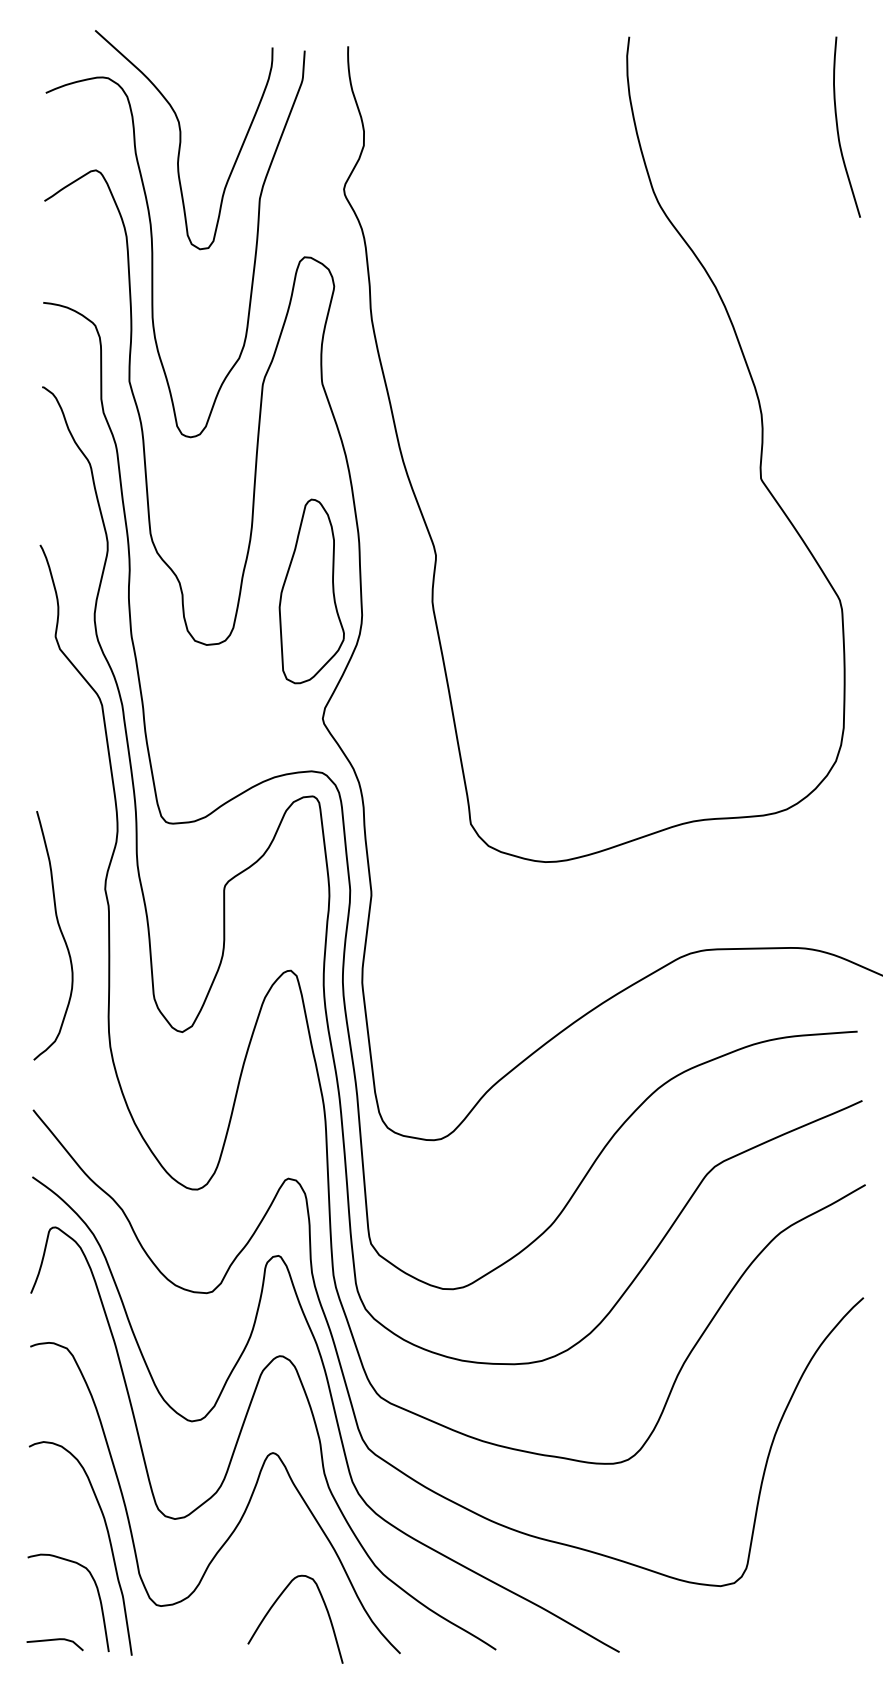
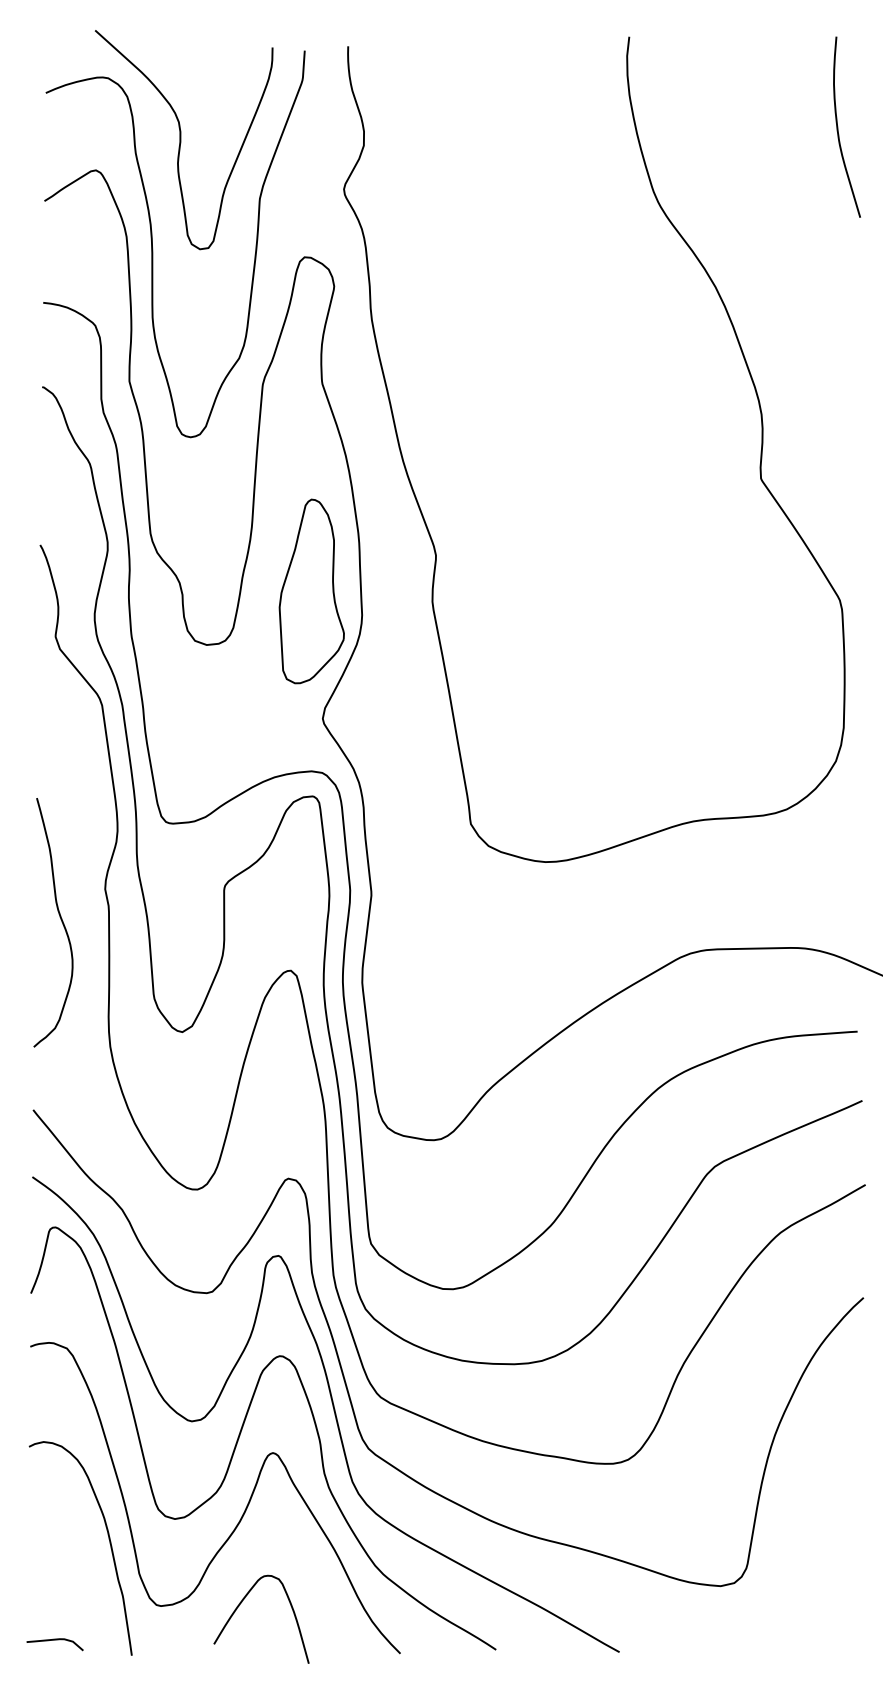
curve at (60, 932) position: (60, 932) -> (60, 919)
curve at (97, 1593): present -> none
curve at (276, 1602) position: (276, 1602) -> (242, 1602)
